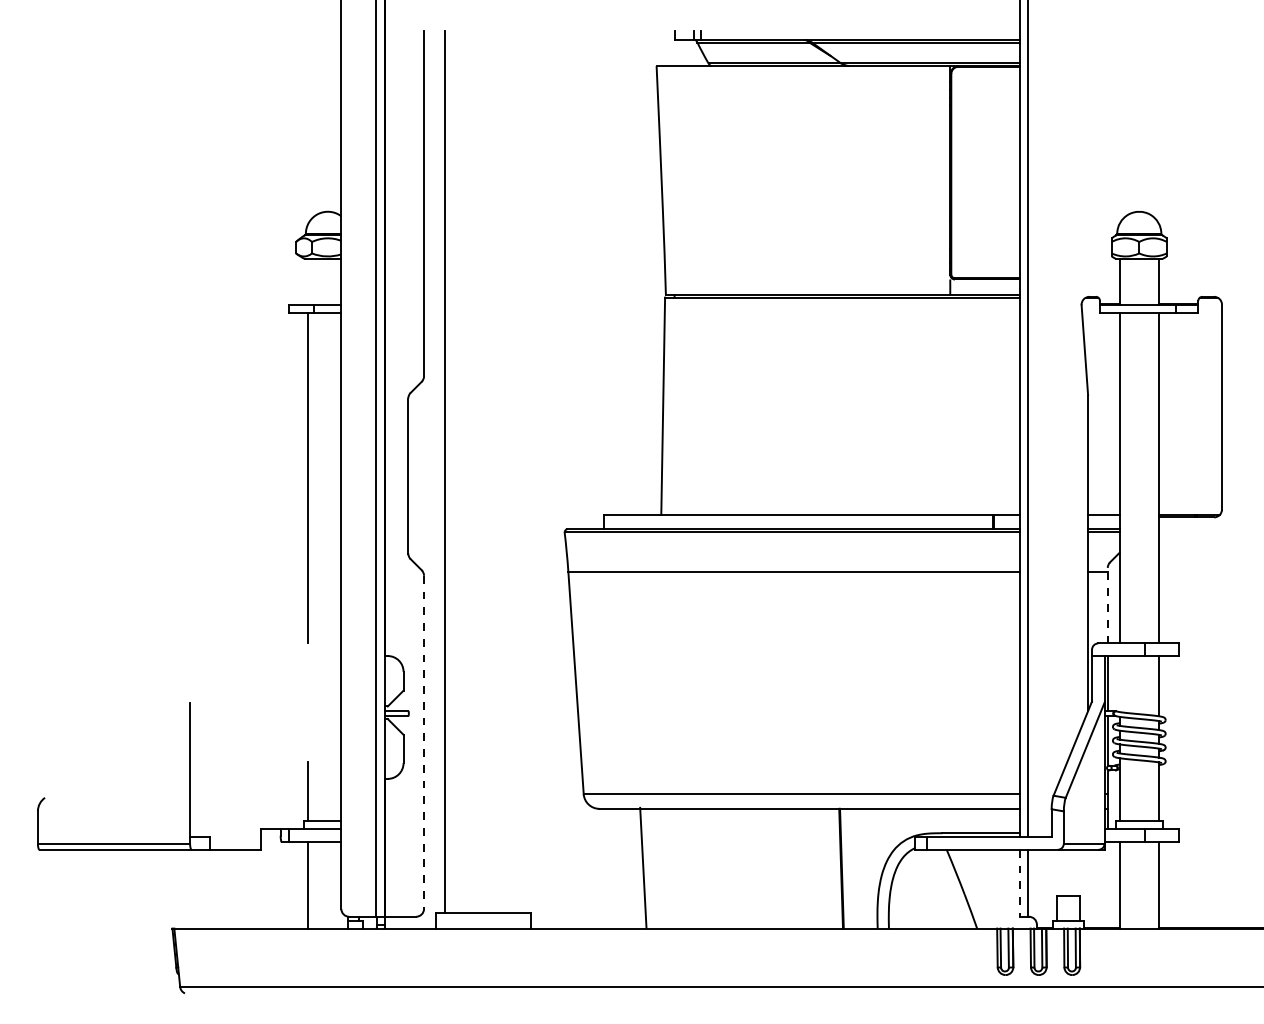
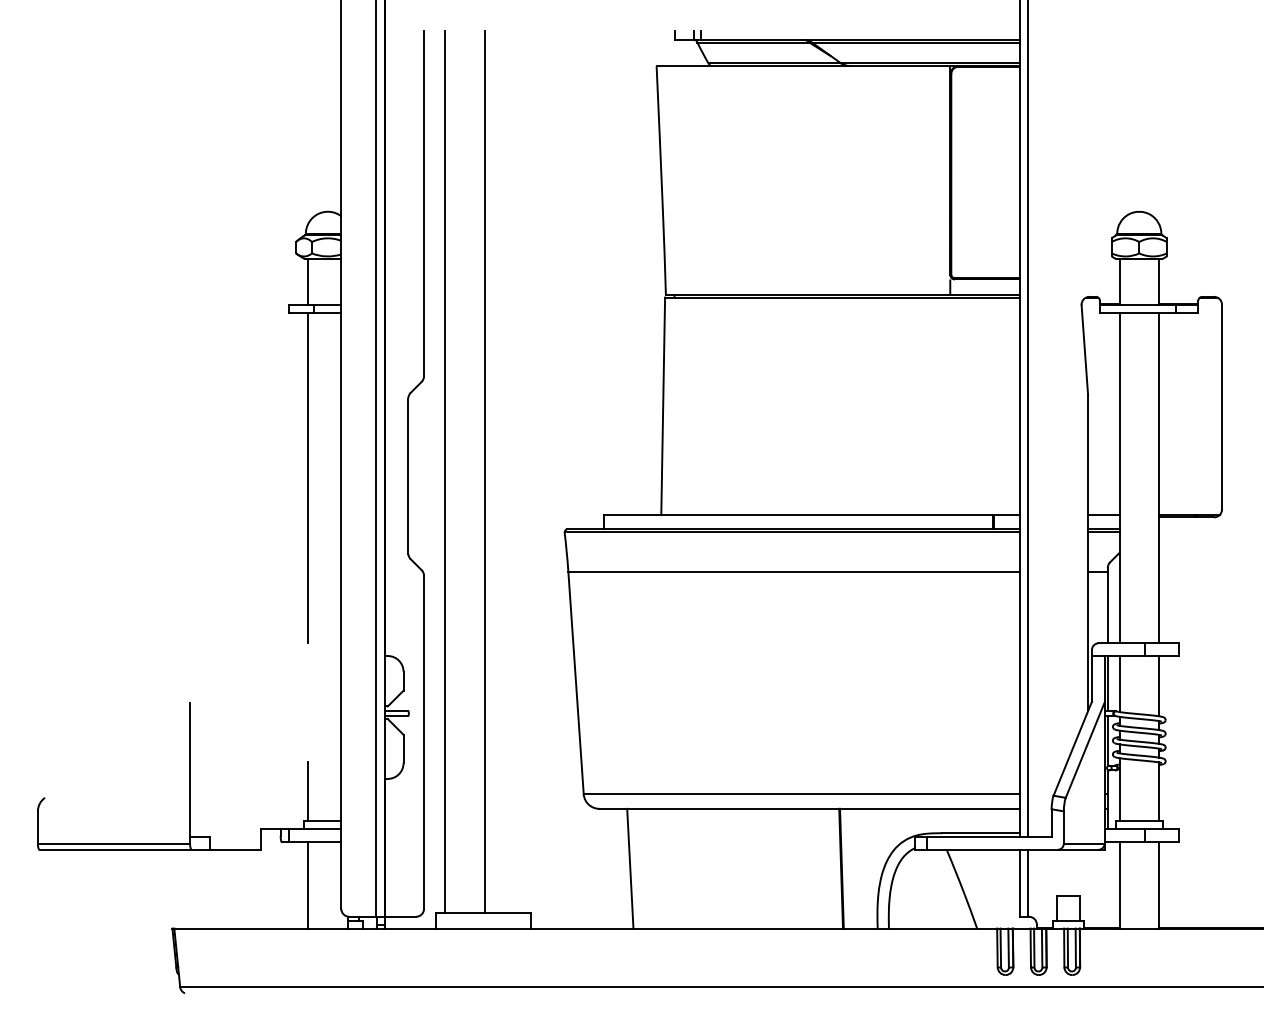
line at (308, 281): none -> present
line at (484, 471): none -> present
line at (1107, 605): dashed -> solid
line at (1119, 684): none -> present
line at (424, 742): dashed -> solid
line at (643, 867) position: (643, 867) -> (630, 868)
line at (1019, 883): dashed -> solid
